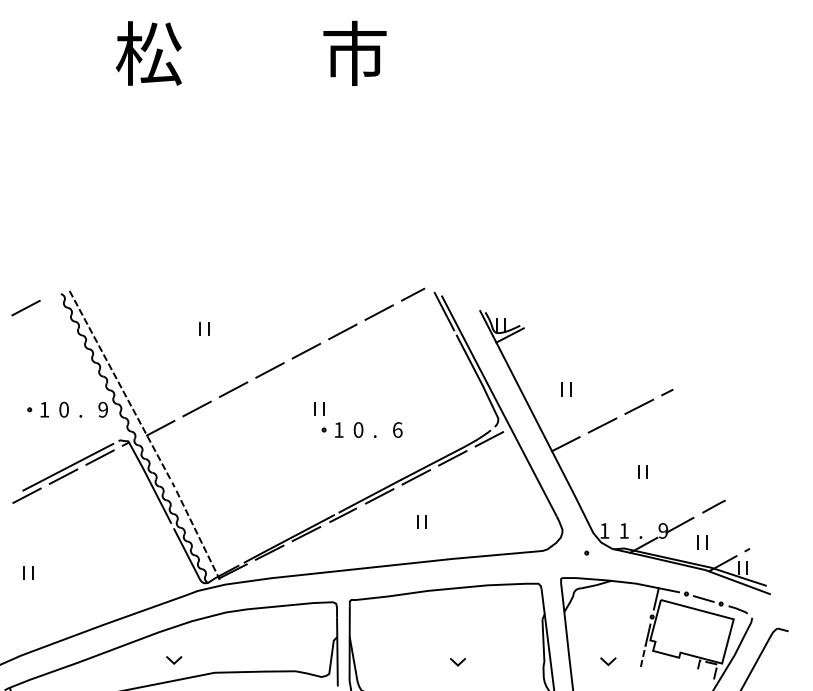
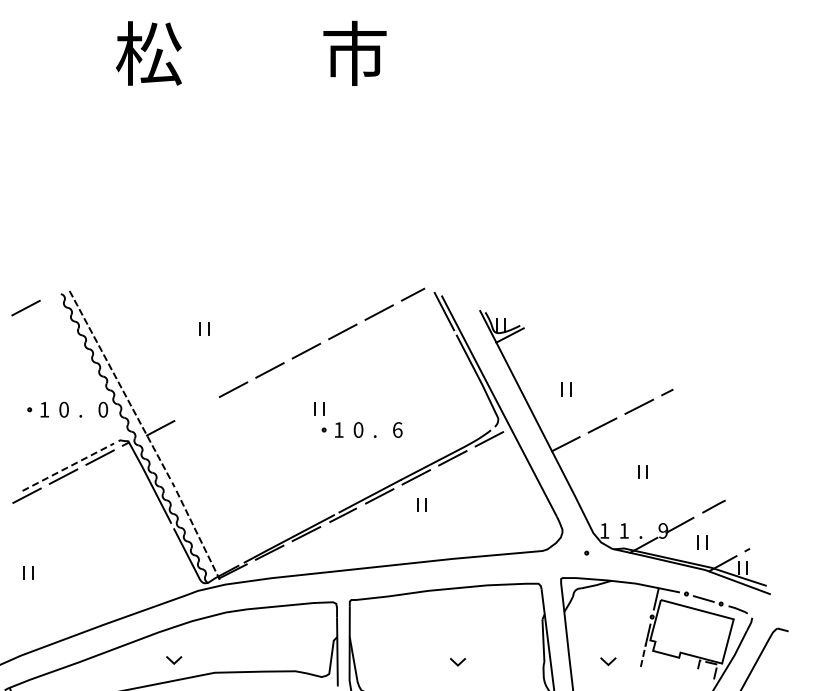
line at (196, 408): present -> none
text at (103, 409): 9 -> 0
line at (69, 466): solid -> dashed
part at (421, 521) position: (421, 521) -> (421, 504)
